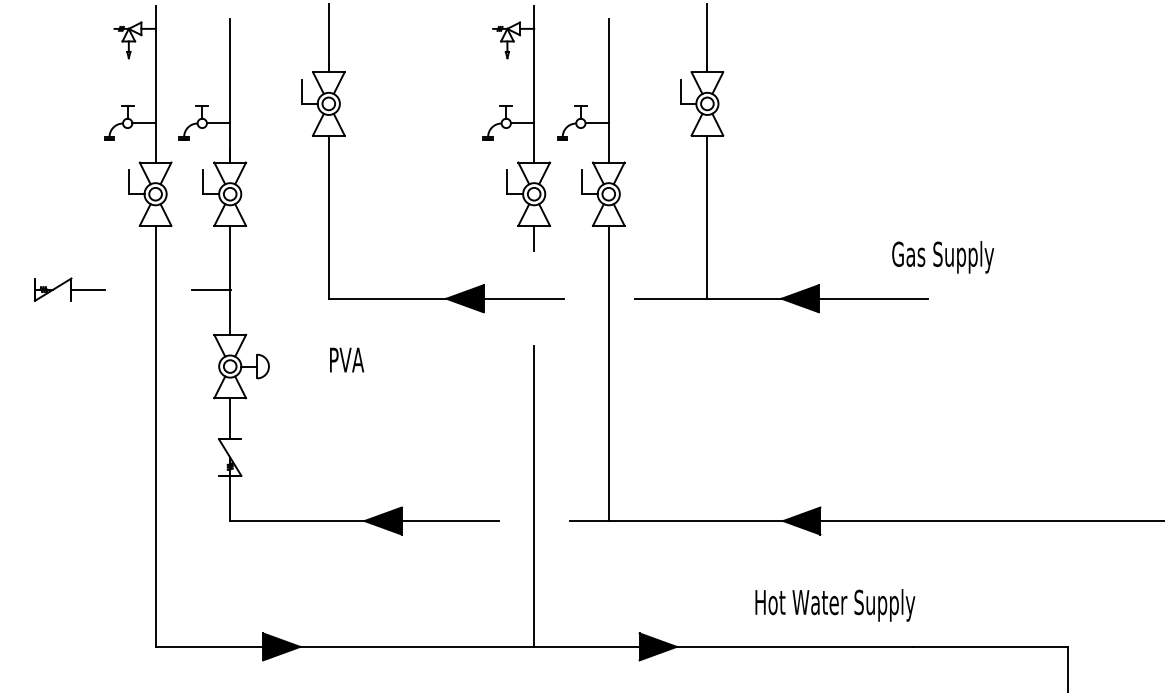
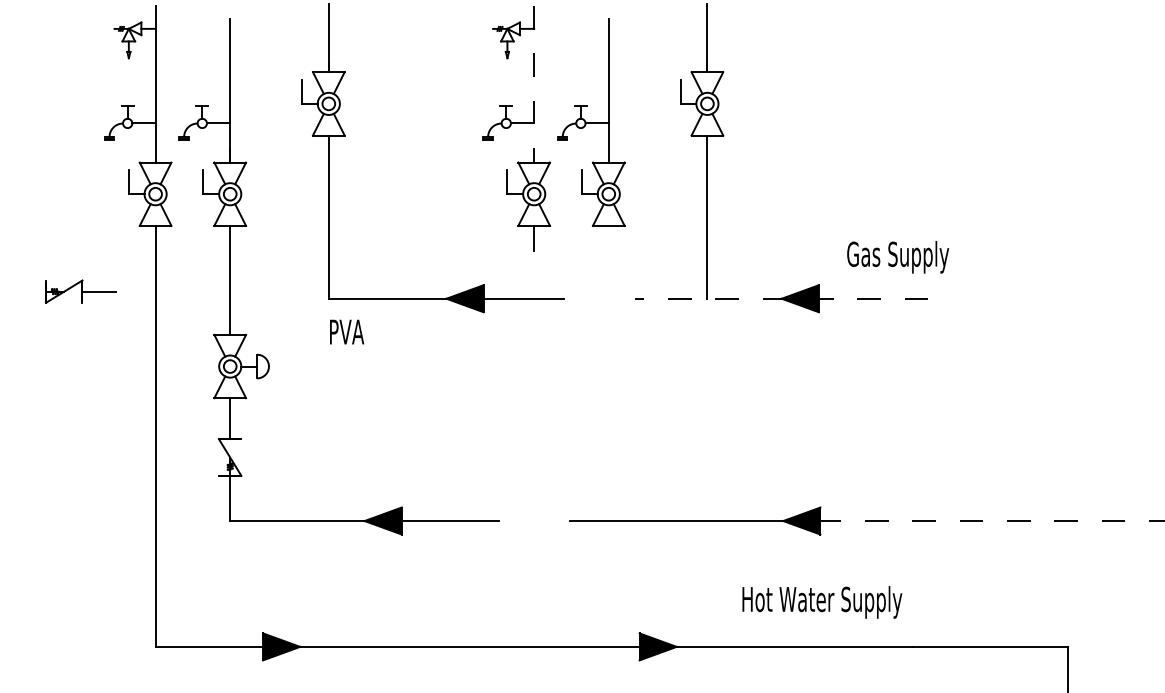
line at (534, 84): solid -> dashed
text at (943, 257) position: (943, 257) -> (898, 257)
part at (69, 289) position: (69, 289) -> (80, 291)
line at (210, 289): present -> none
line at (781, 298): solid -> dashed
text at (347, 359) position: (347, 359) -> (347, 331)
line at (608, 373): present -> none
line at (534, 496): present -> none
line at (973, 521): solid -> dashed
text at (835, 605) position: (835, 605) -> (822, 602)
